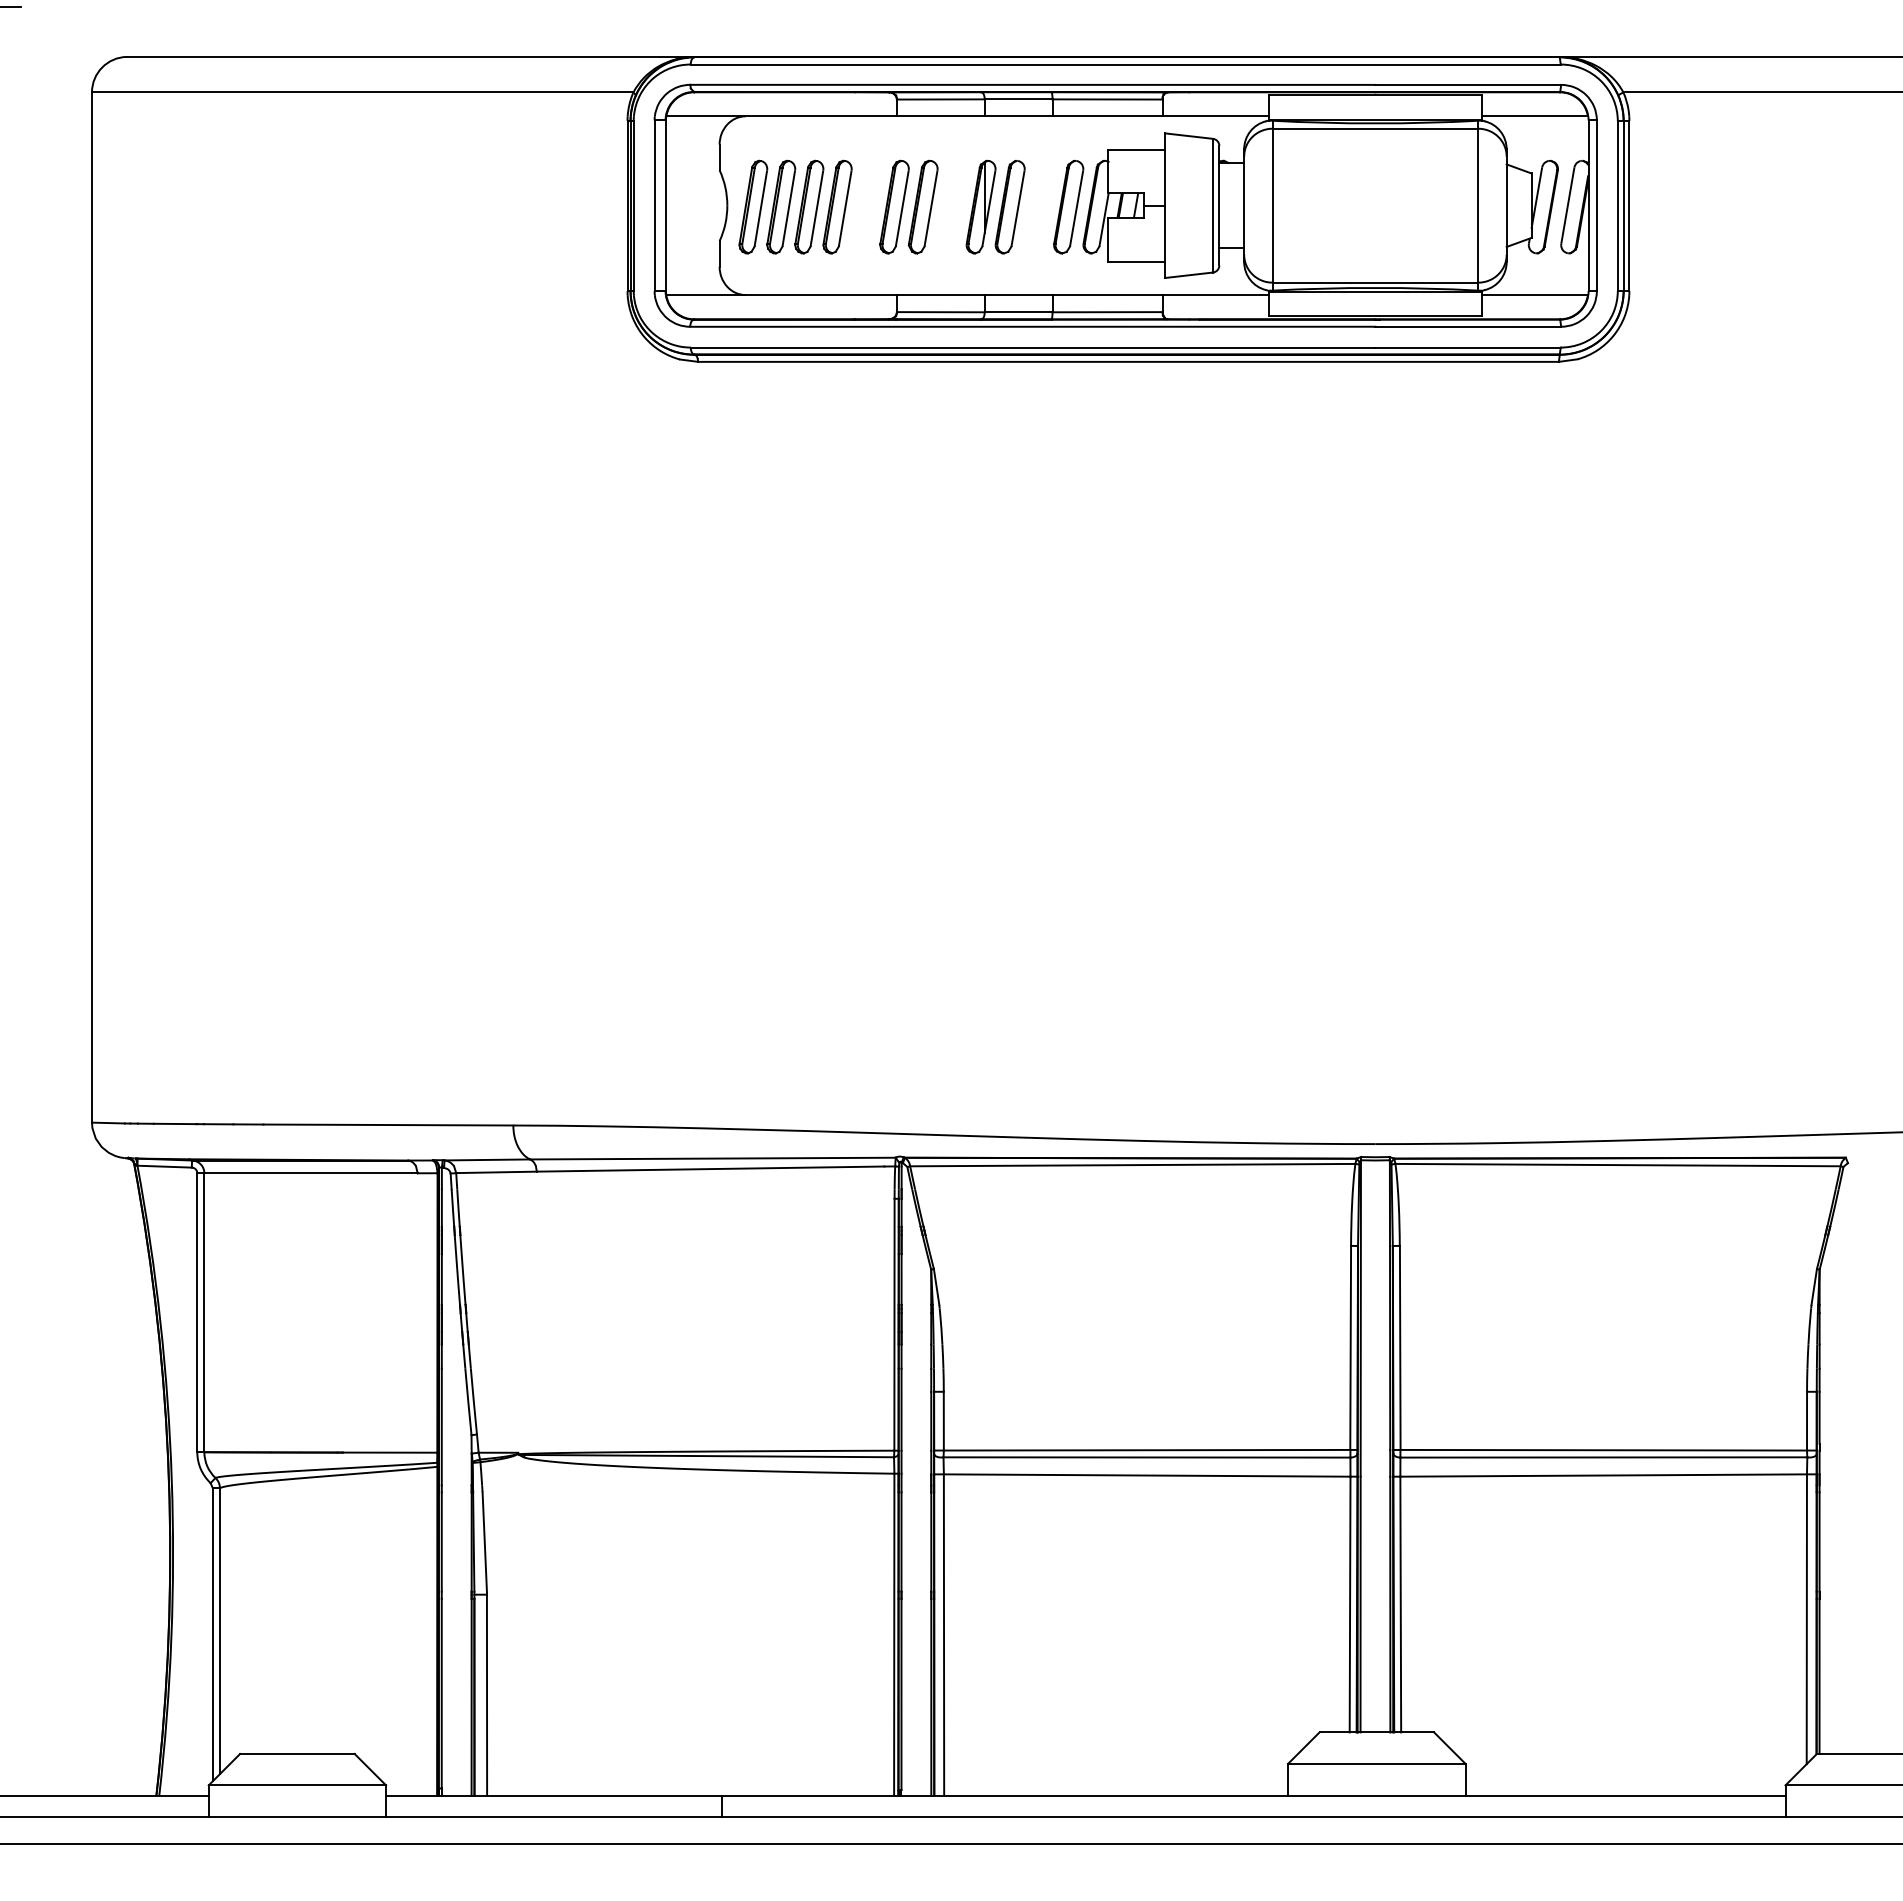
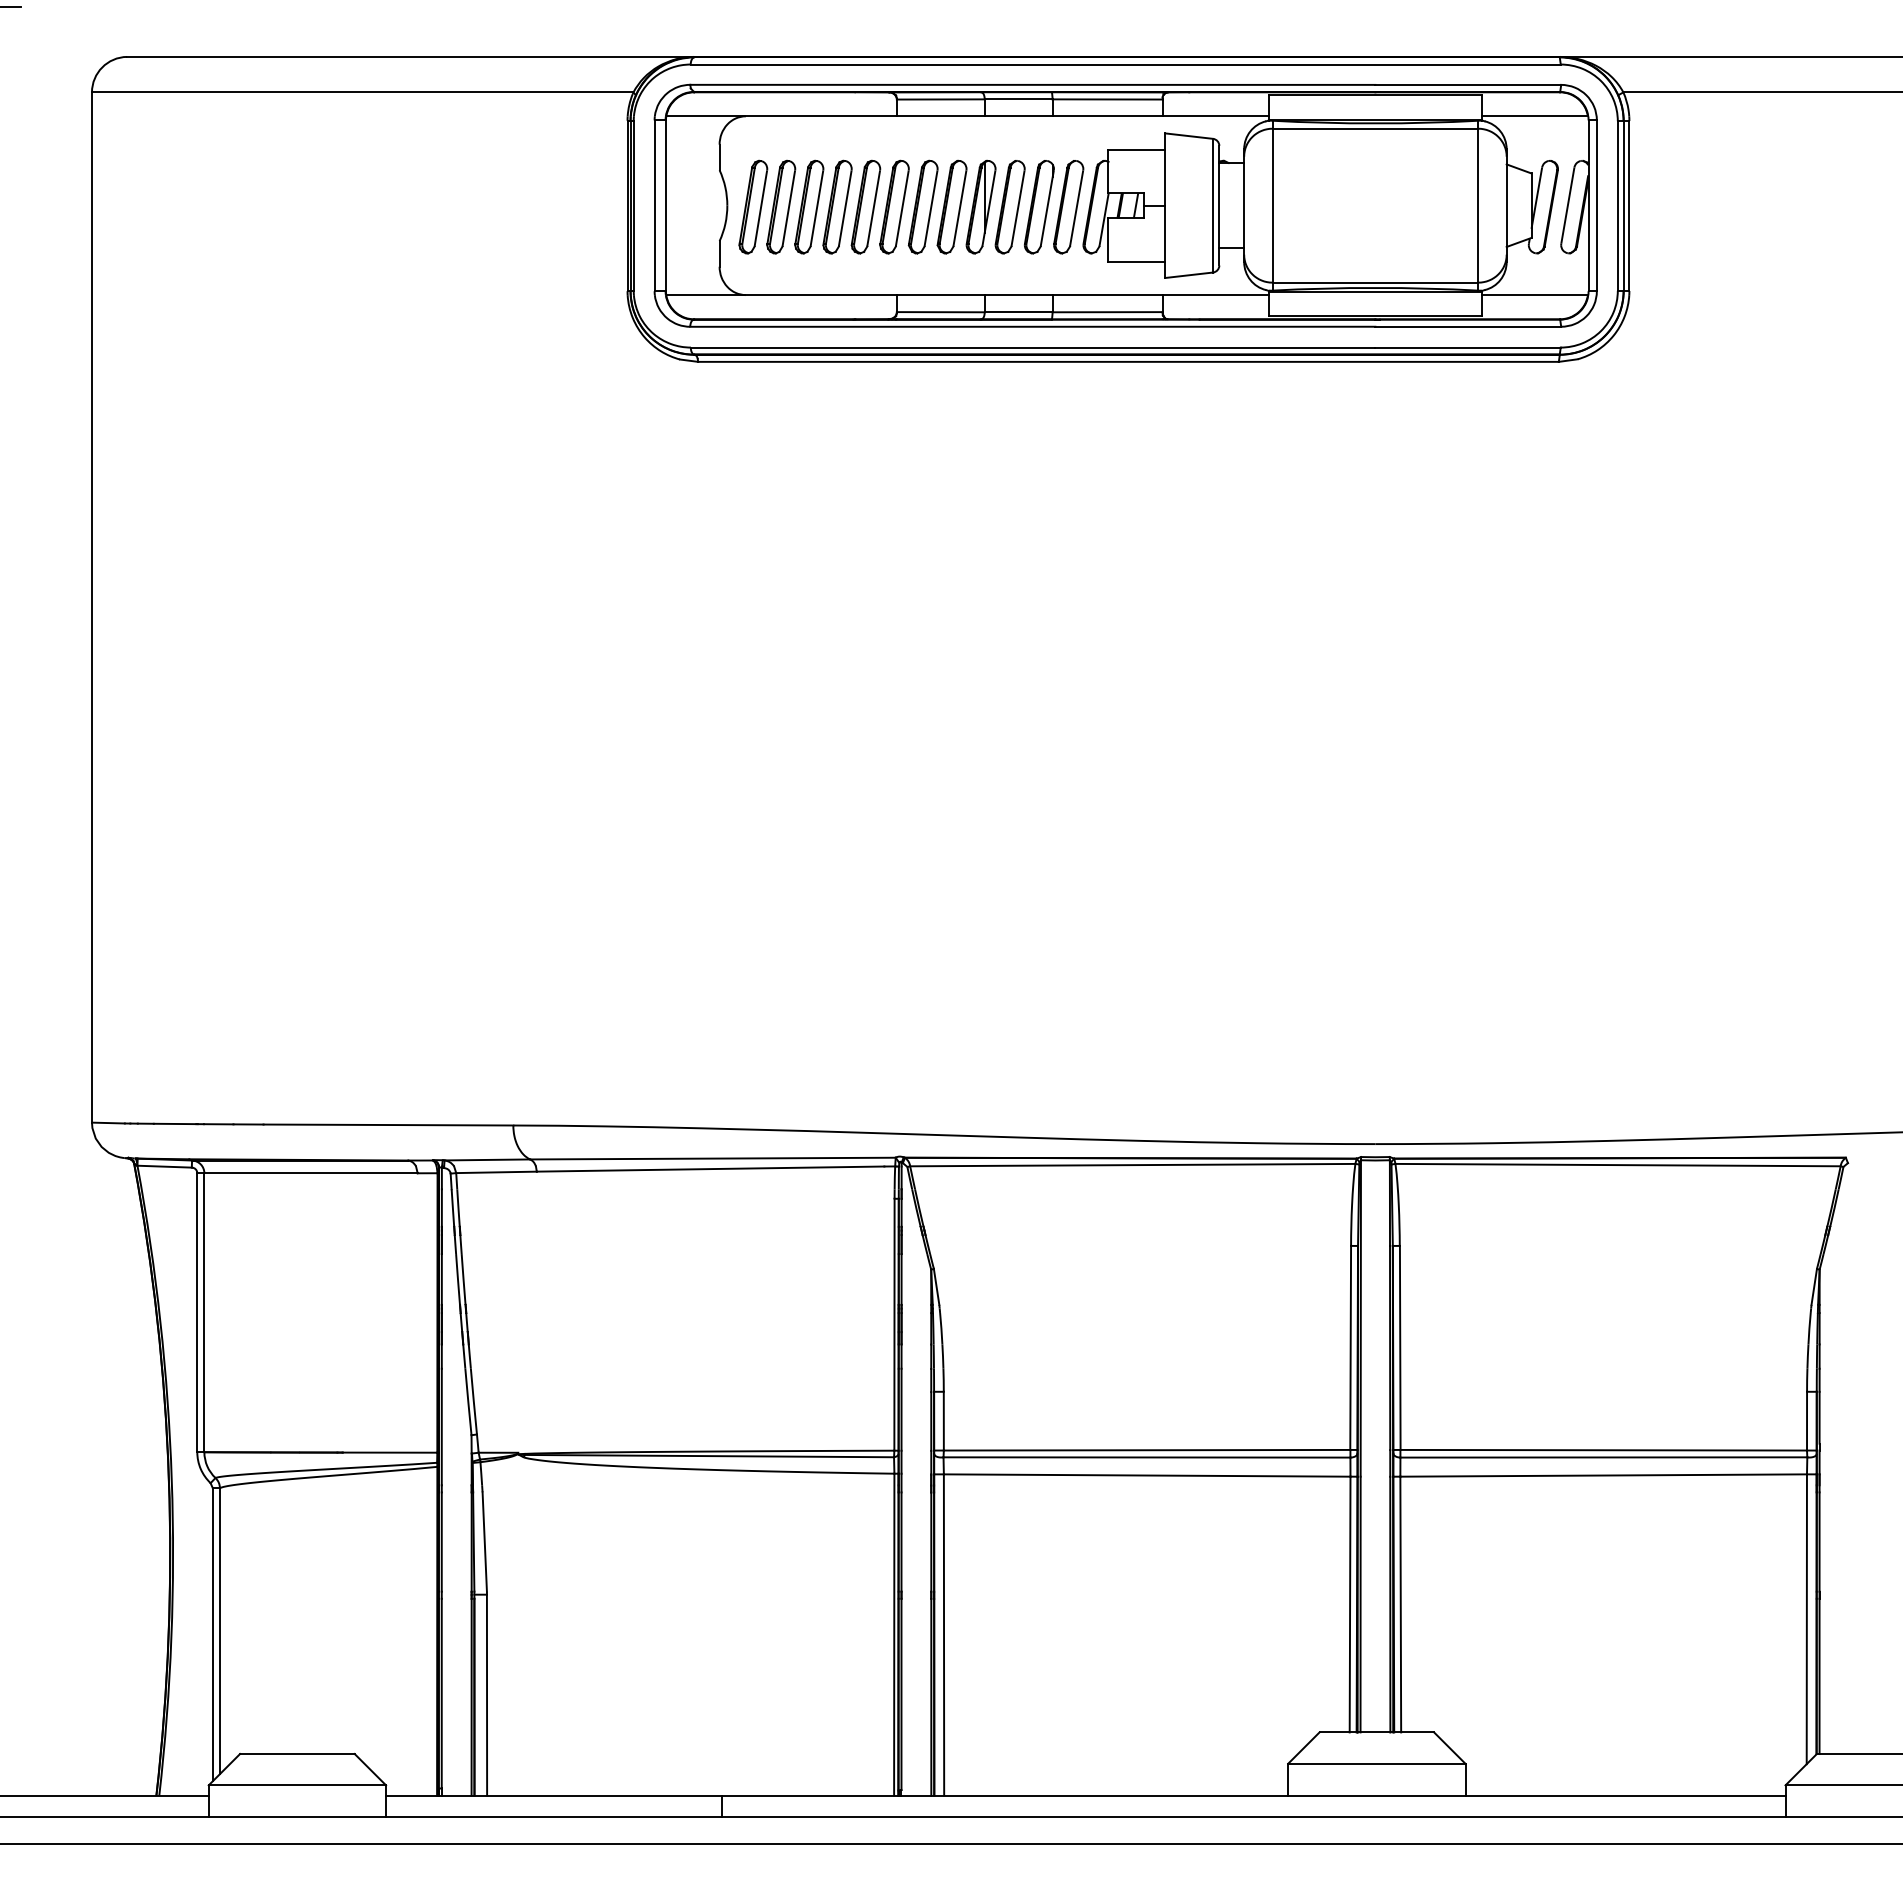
part at (865, 206): none -> present
part at (951, 206): none -> present
part at (1039, 207): none -> present
